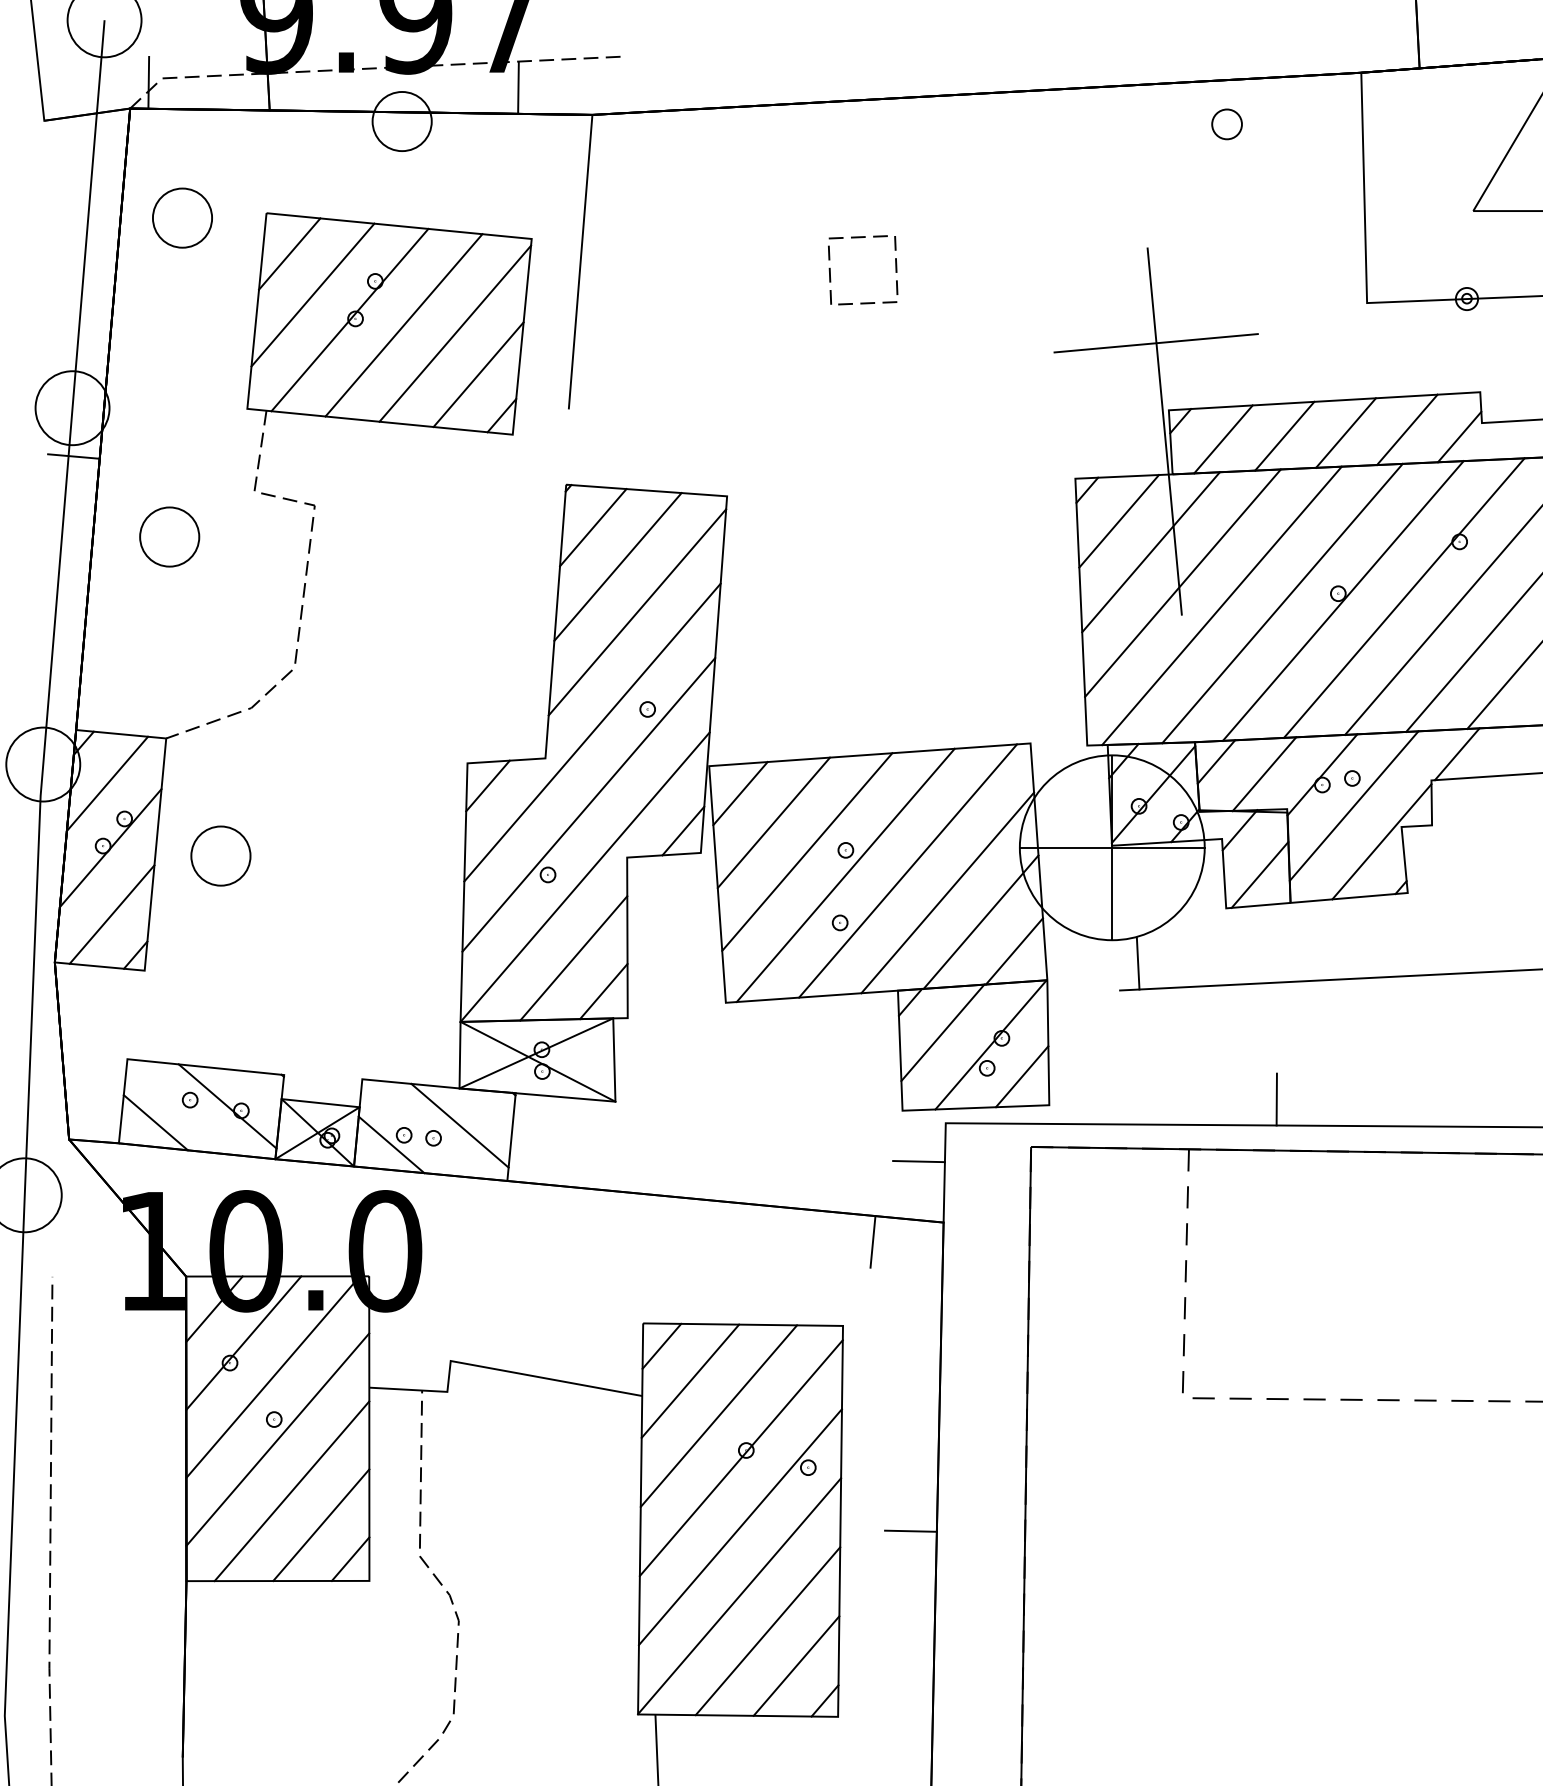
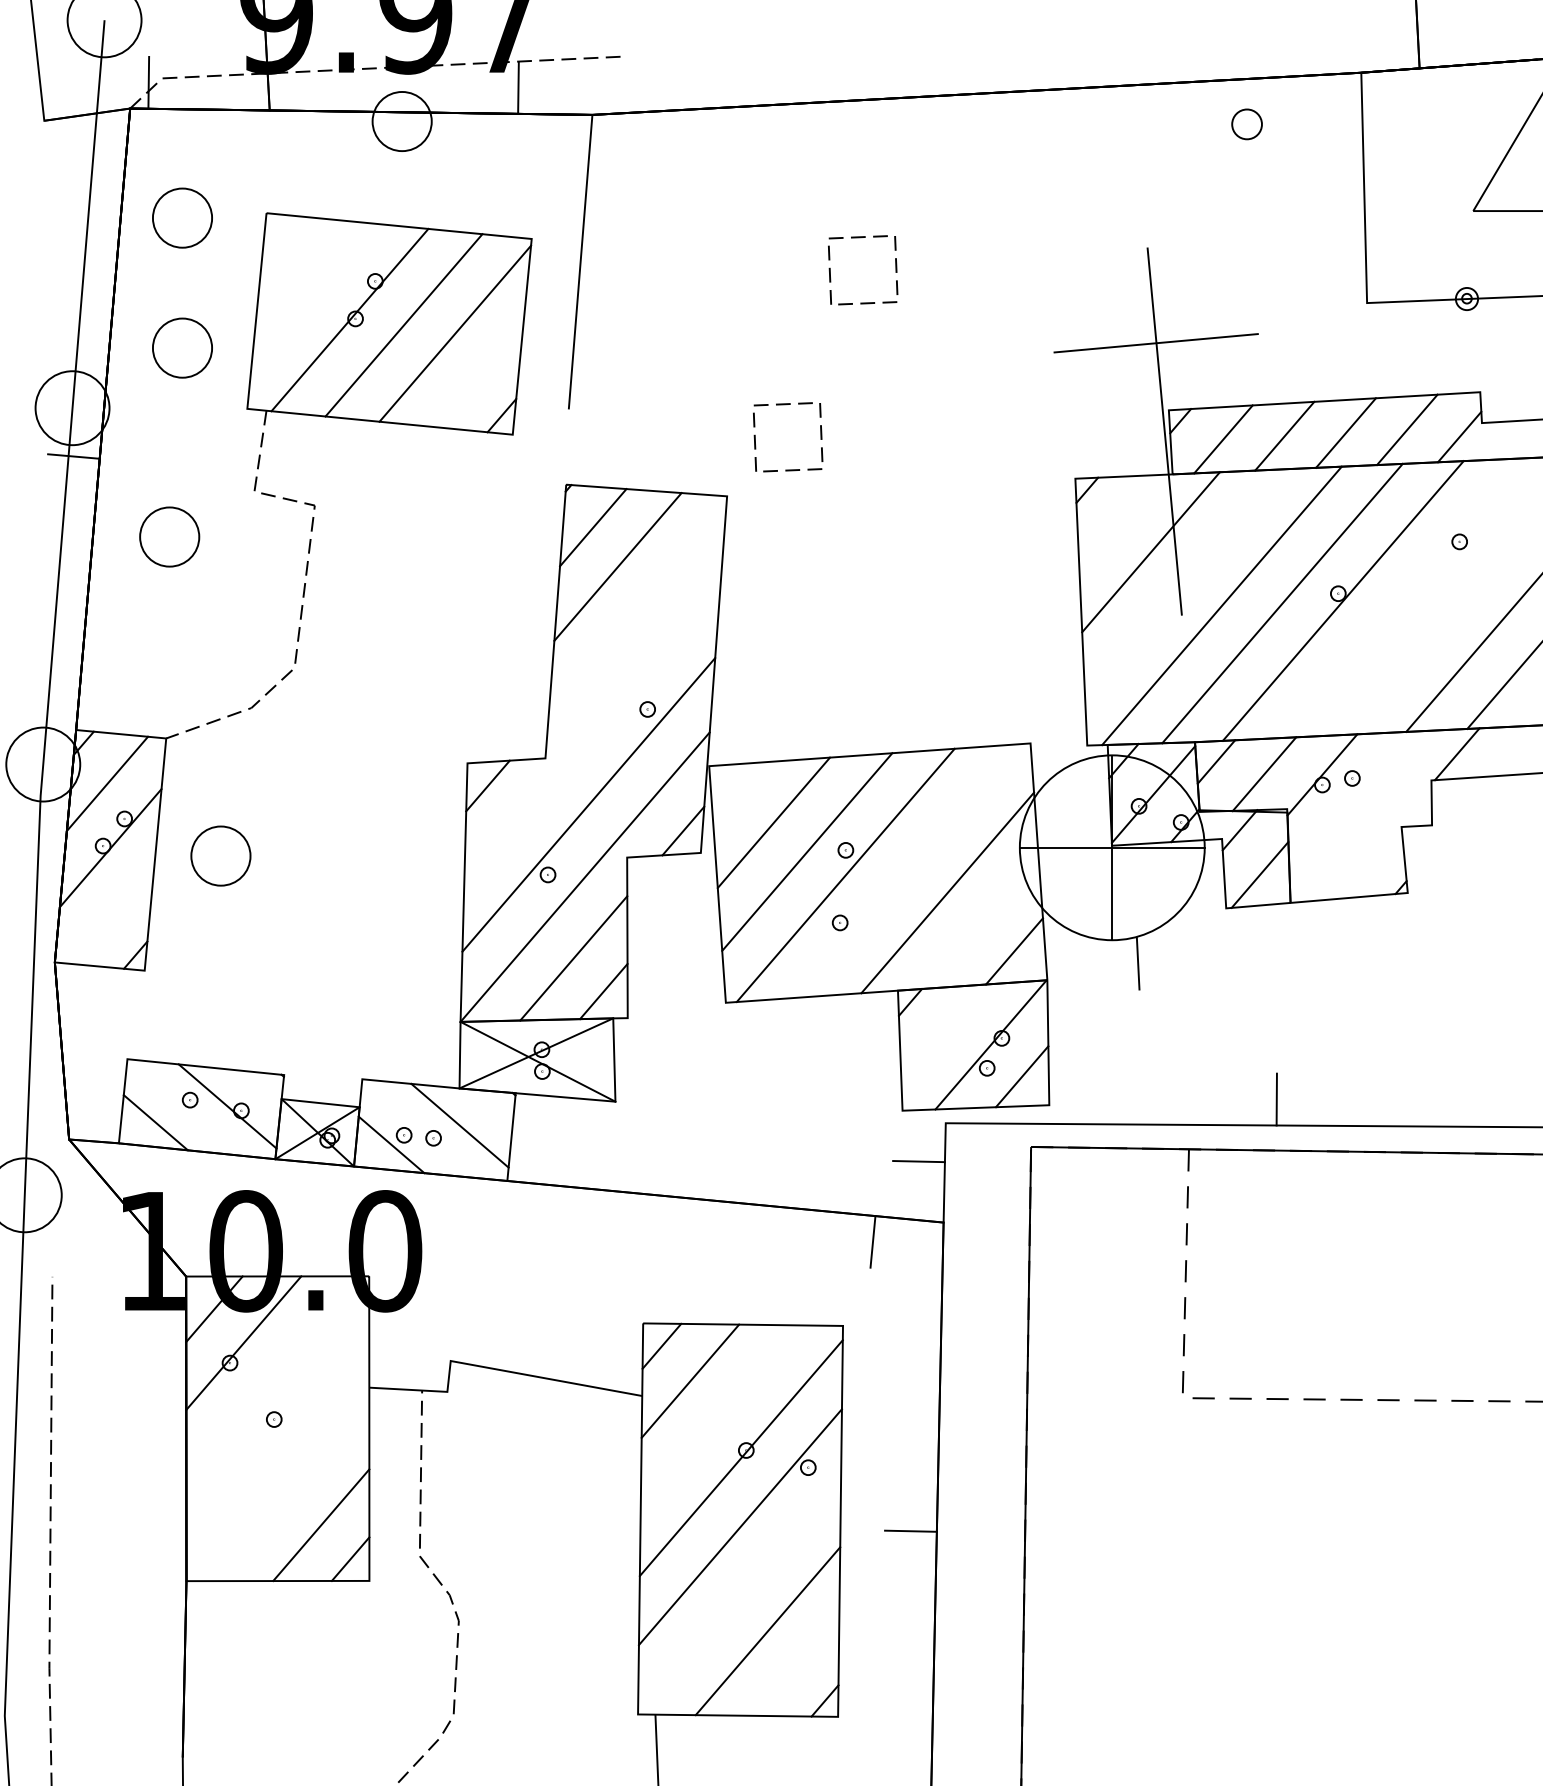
part at (1226, 124) position: (1226, 124) -> (1246, 124)
line at (289, 253): present -> none
line at (312, 294): present -> none
part at (182, 347): none -> present
line at (478, 374): present -> none
part at (820, 437): none -> present
line at (1119, 521): present -> none
line at (1182, 582): present -> none
line at (1404, 597): present -> none
line at (637, 612): present -> none
line at (1442, 621): present -> none
line at (592, 732): present -> none
line at (740, 793): present -> none
line at (1353, 805): present -> none
line at (1381, 841): present -> none
line at (908, 870): present -> none
line at (111, 914): present -> none
line at (980, 921): present -> none
line at (1329, 979): present -> none
line at (942, 1032): present -> none
line at (272, 1376): present -> none
line at (718, 1415): present -> none
line at (277, 1439): present -> none
line at (291, 1491): present -> none
line at (739, 1596): present -> none
line at (796, 1665): present -> none
